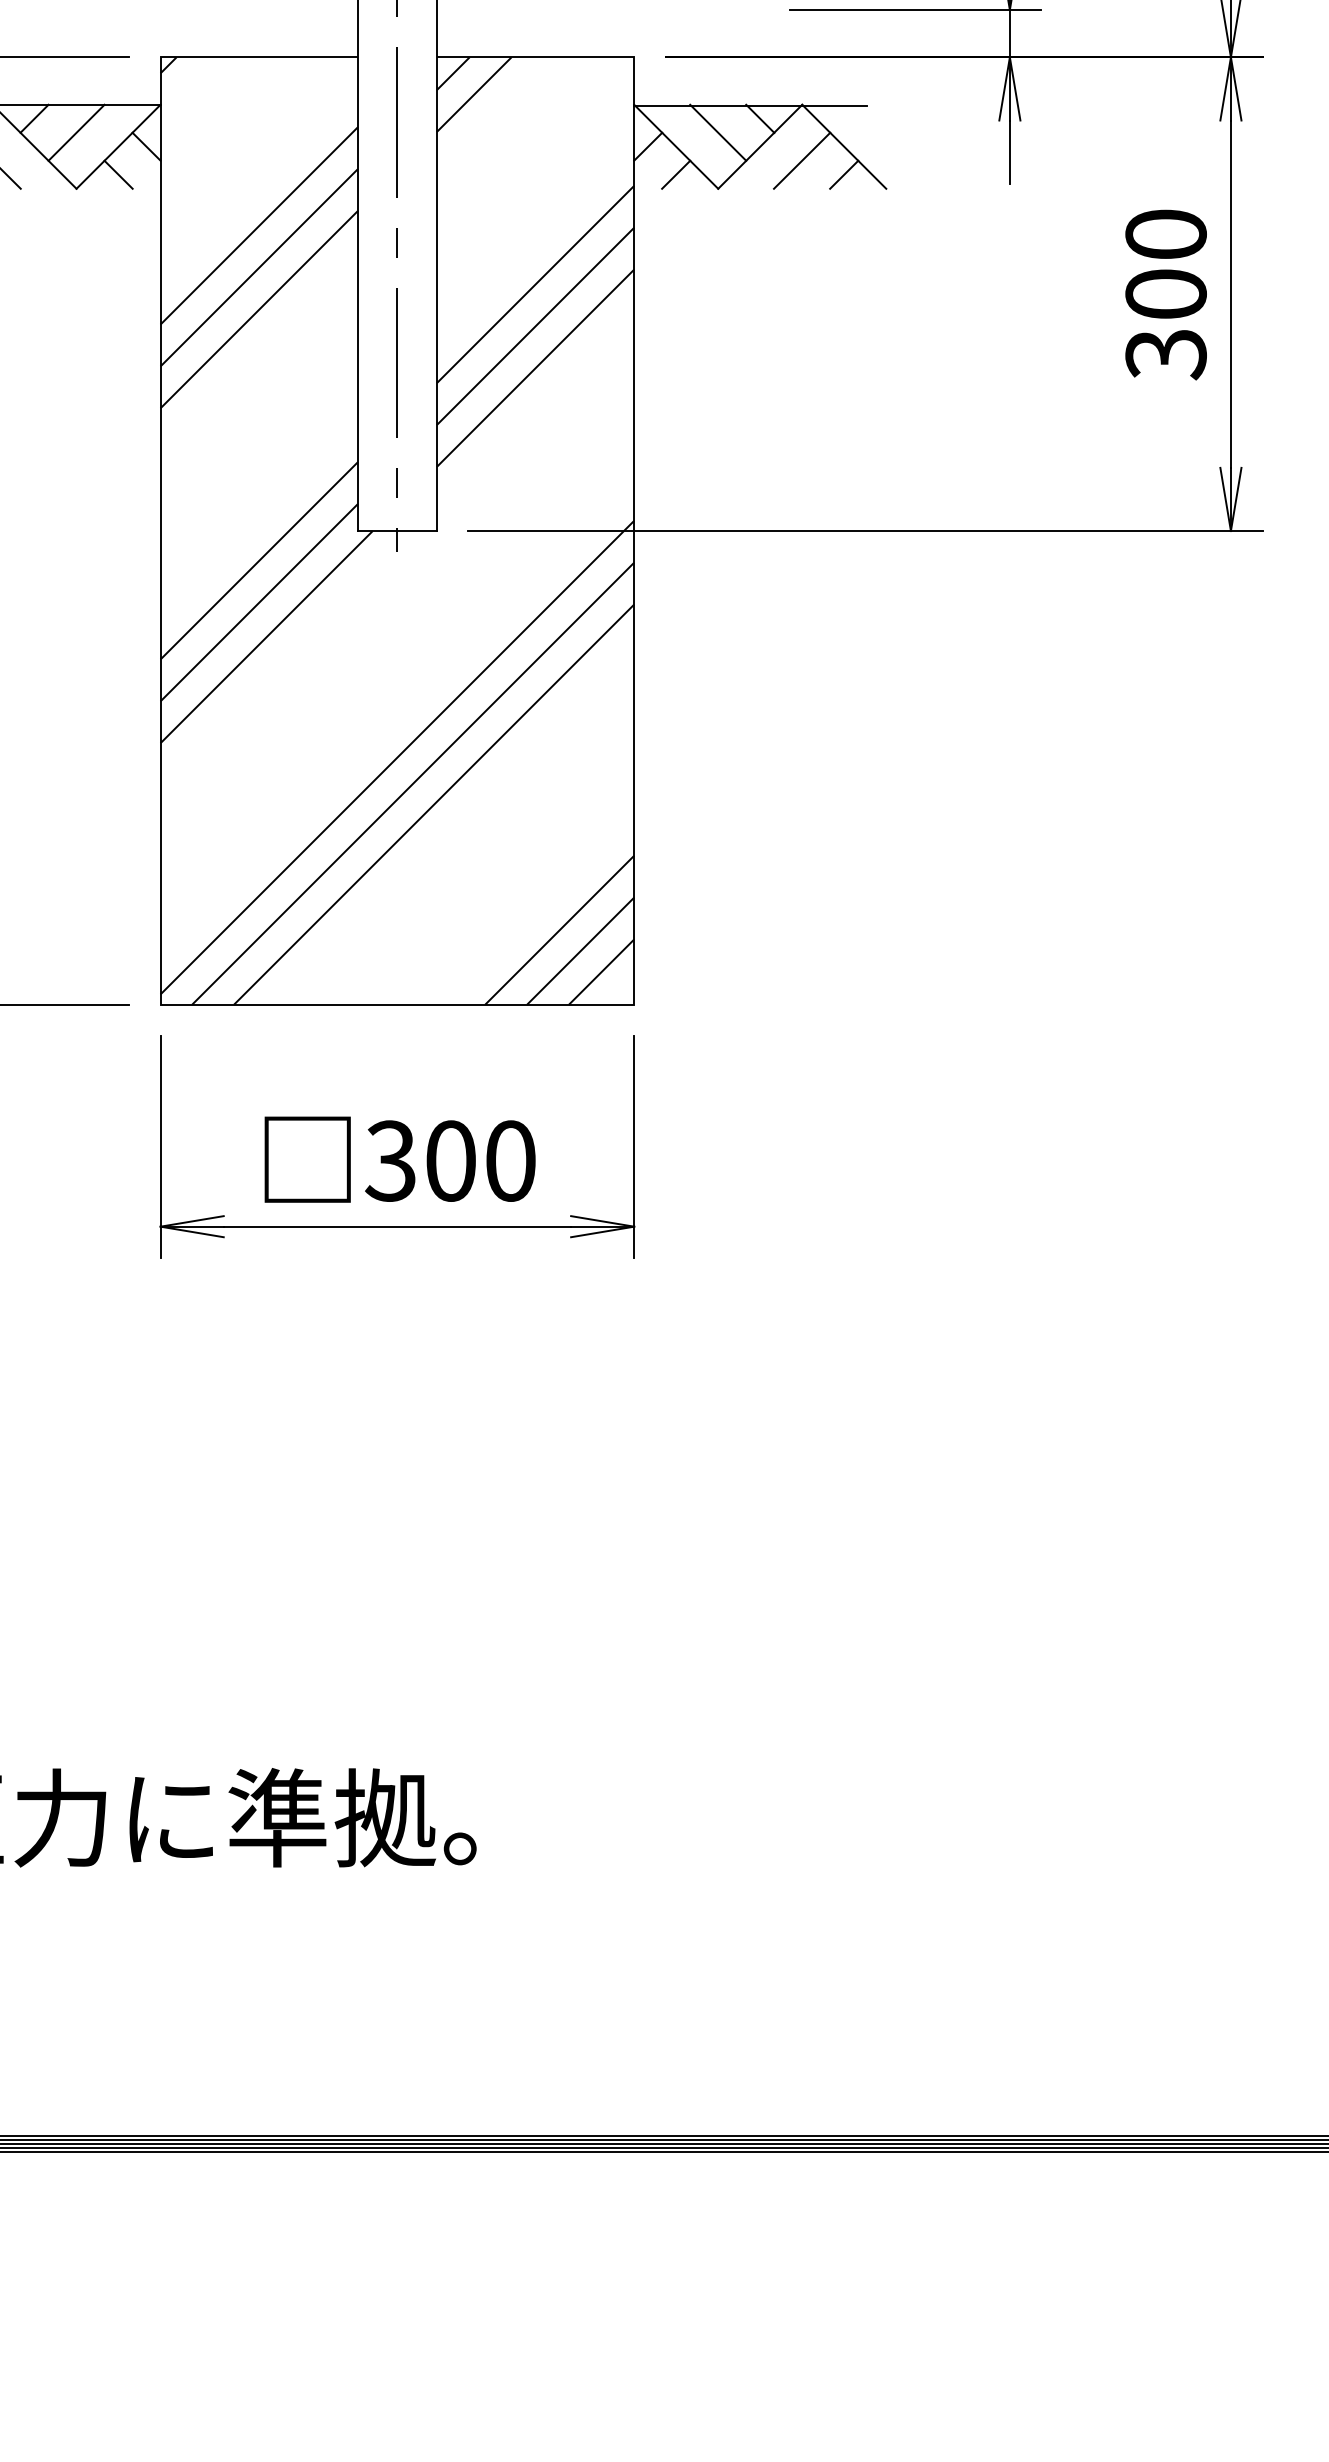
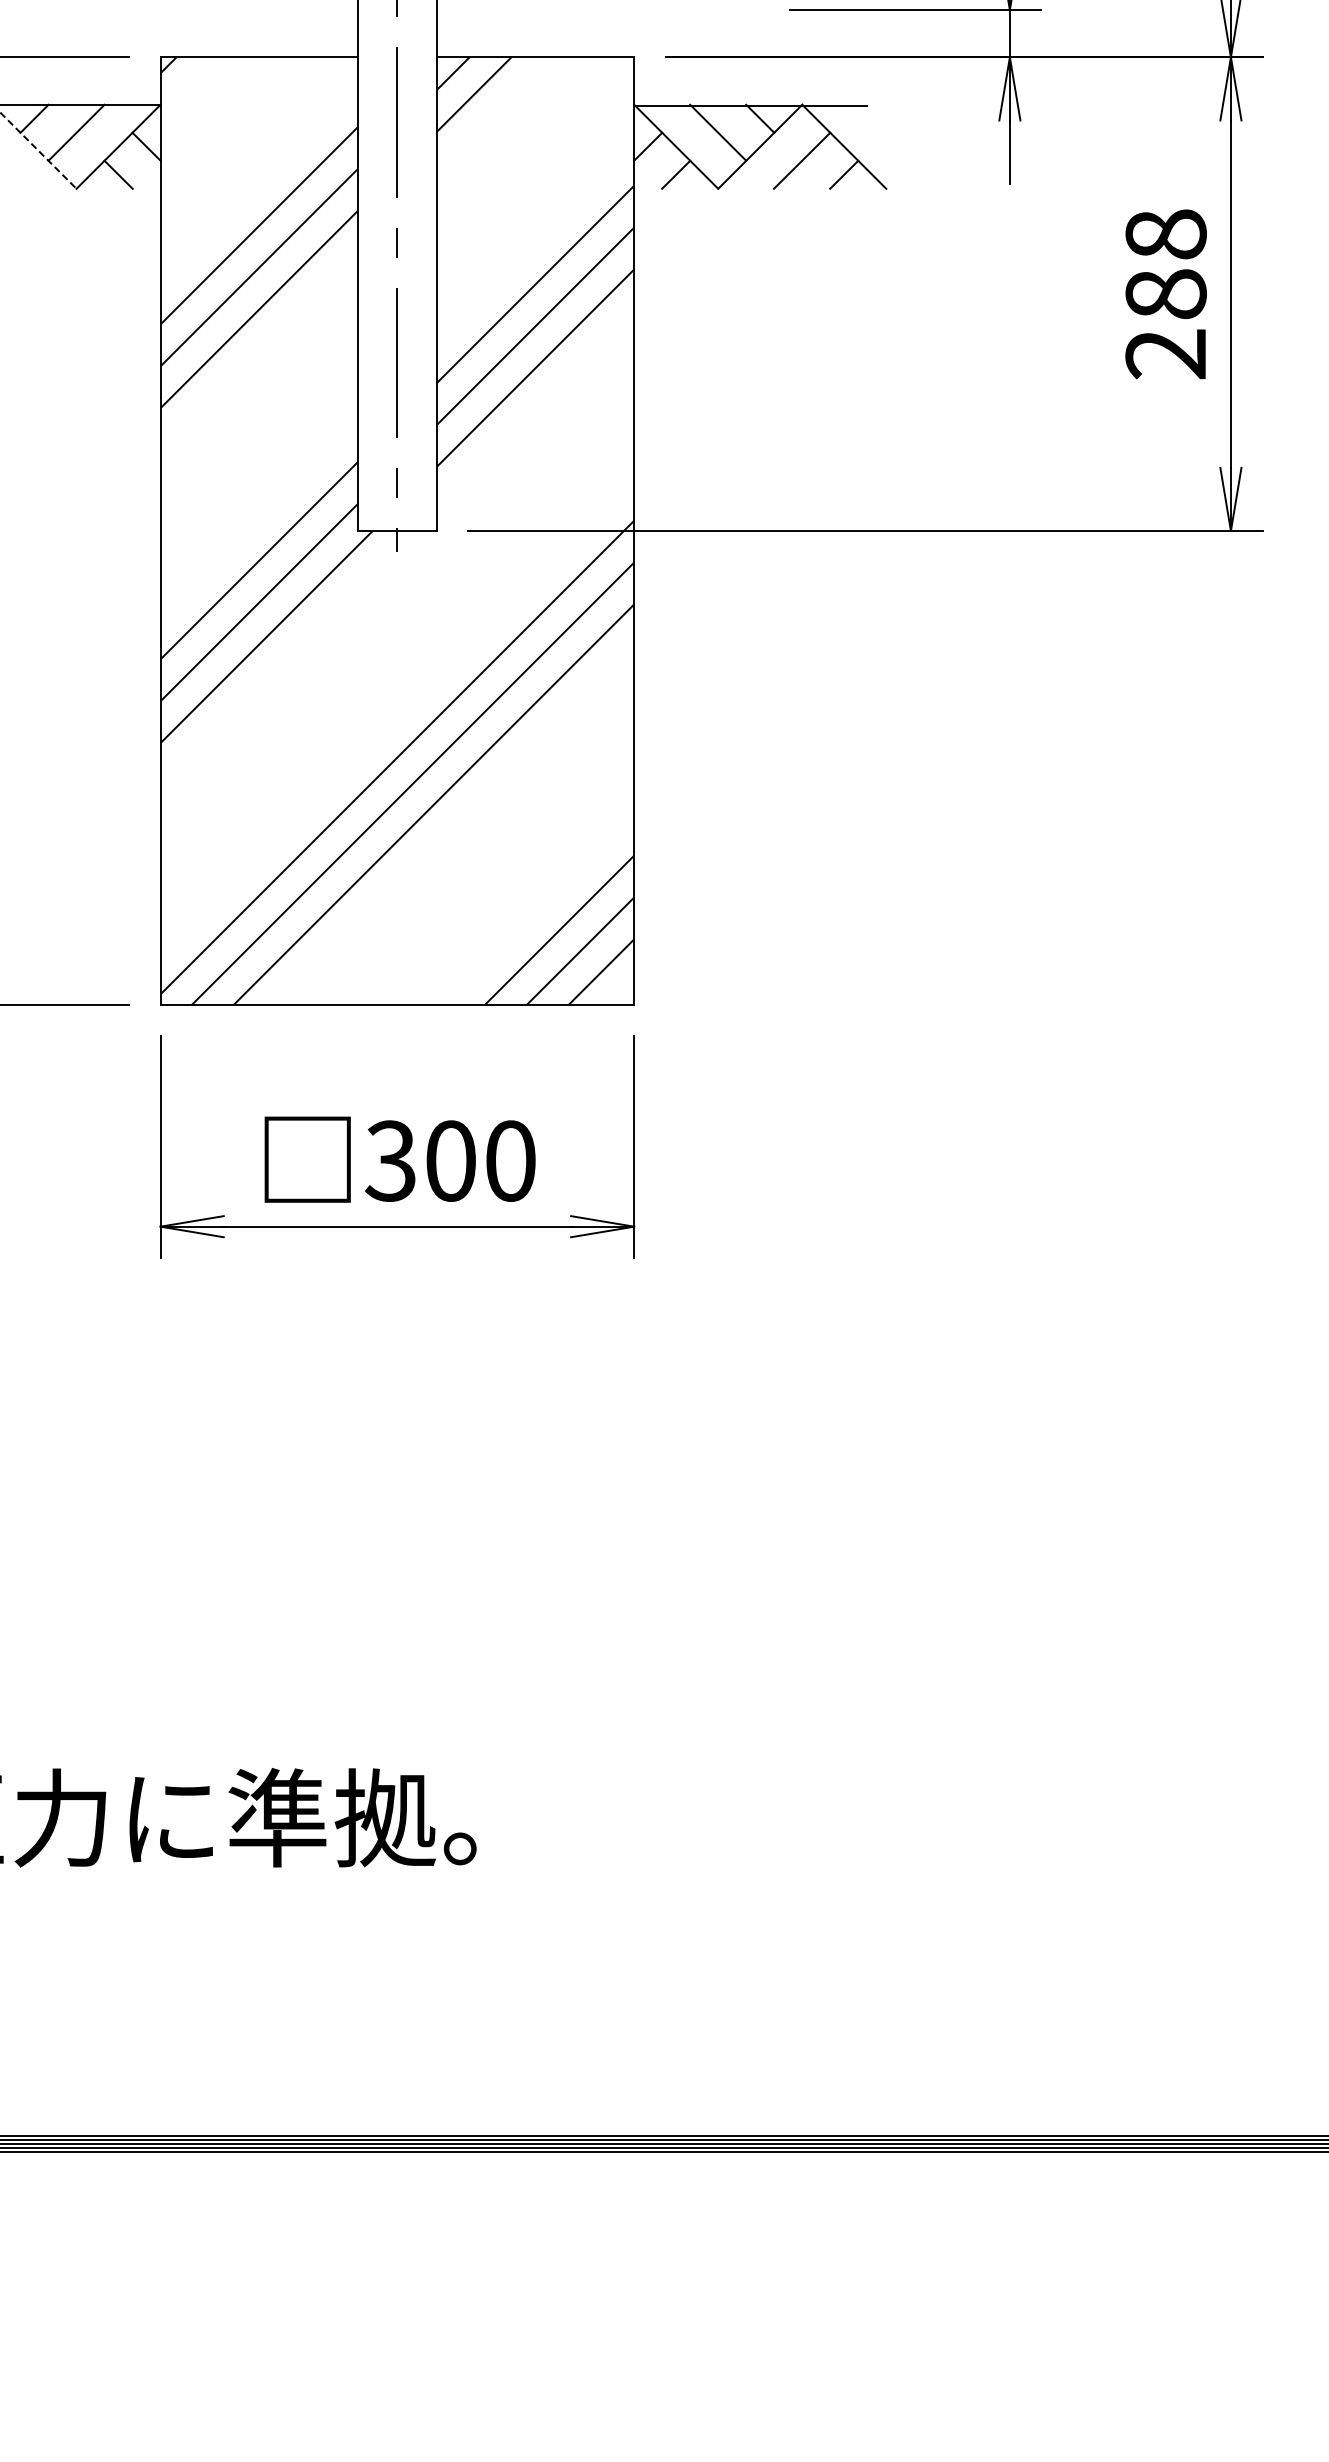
line at (38, 150): solid -> dashed
line at (11, 179): present -> none
text at (1165, 294): 300 -> 288
